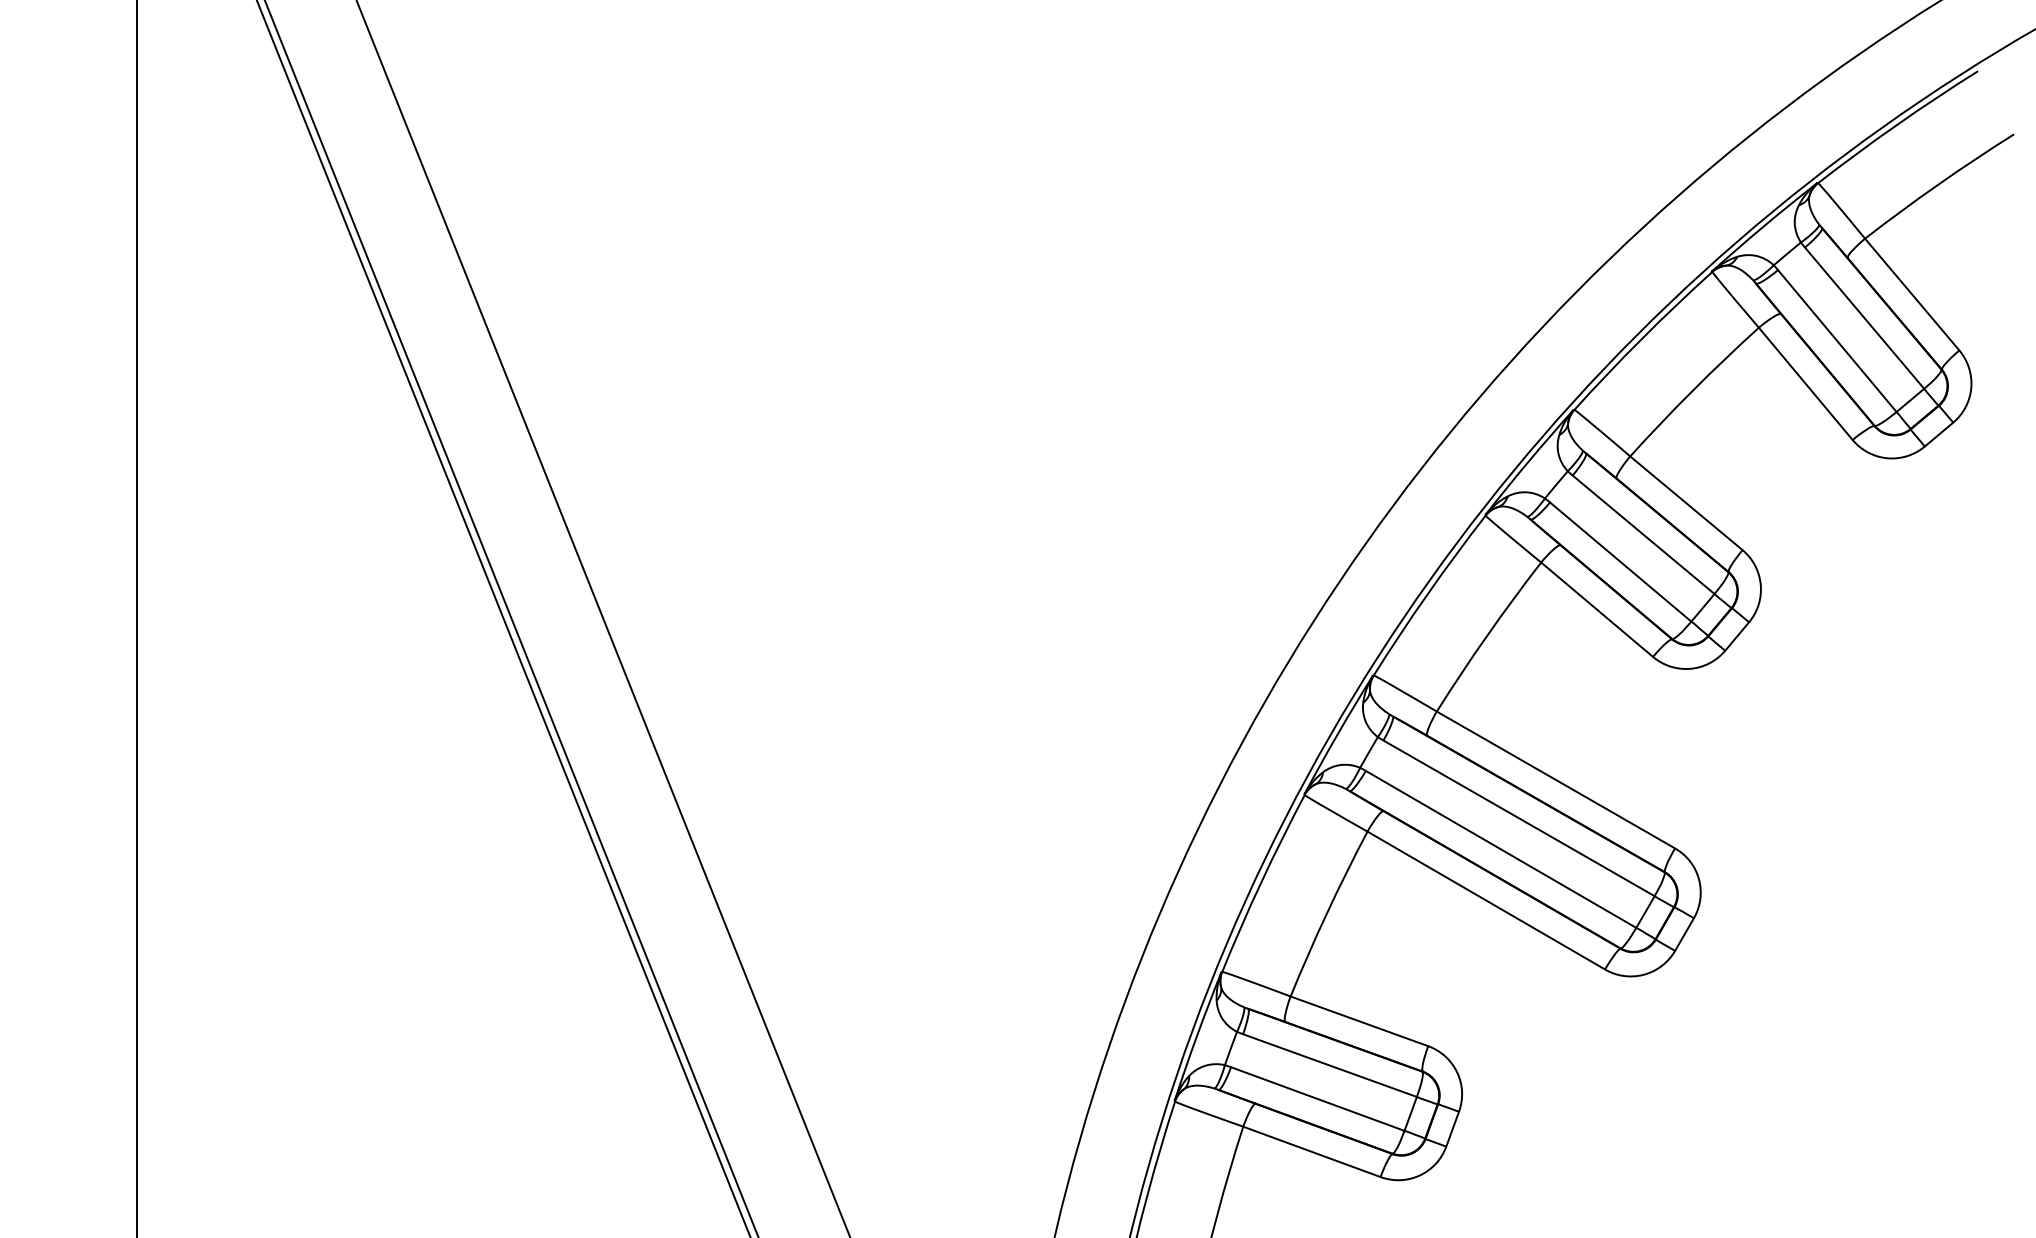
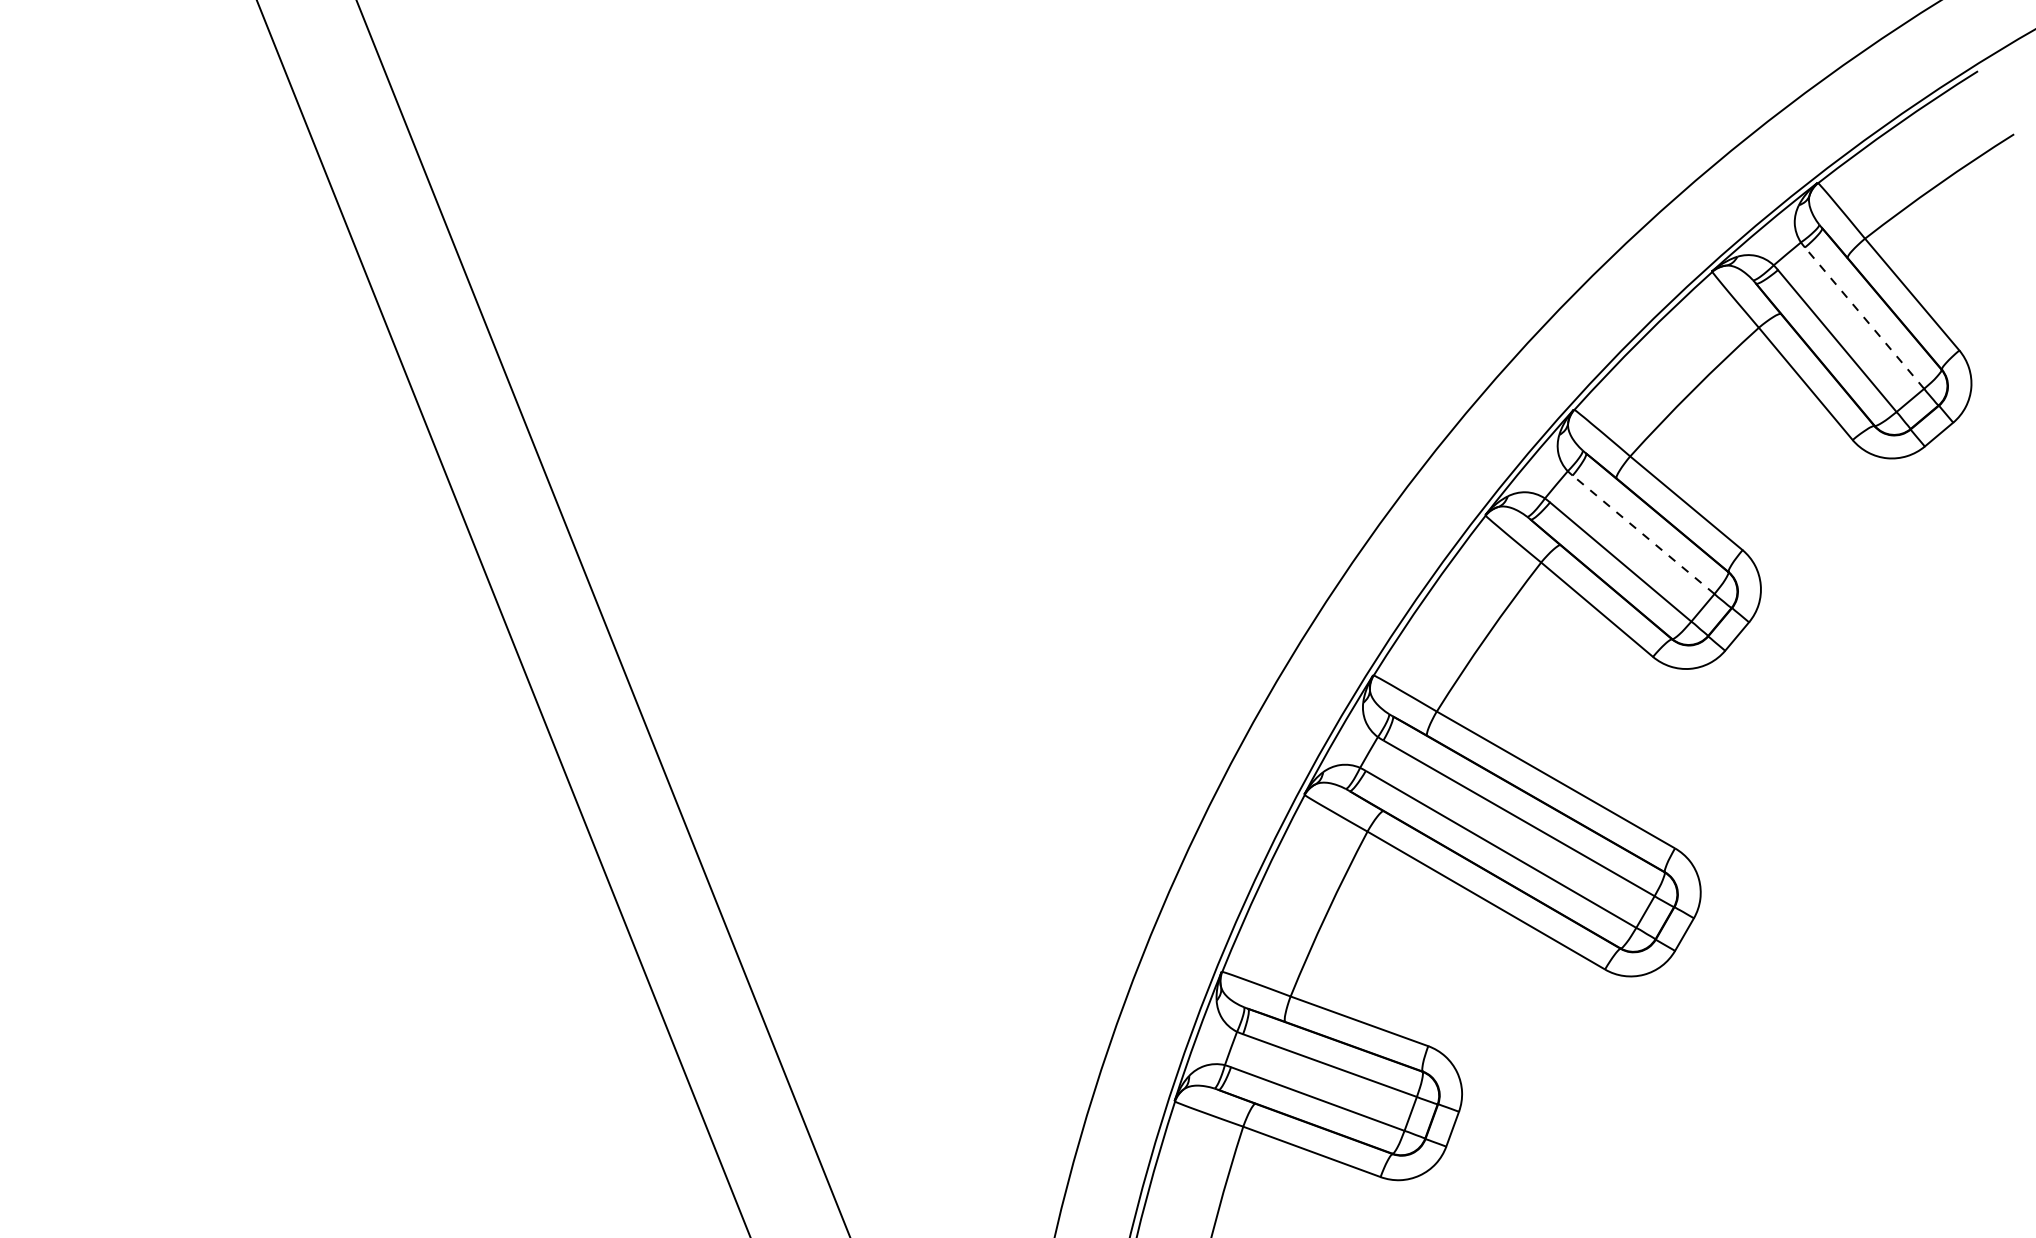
line at (1864, 317): solid -> dashed
line at (1643, 534): solid -> dashed
line at (137, 618): present -> none
line at (511, 618): present -> none
